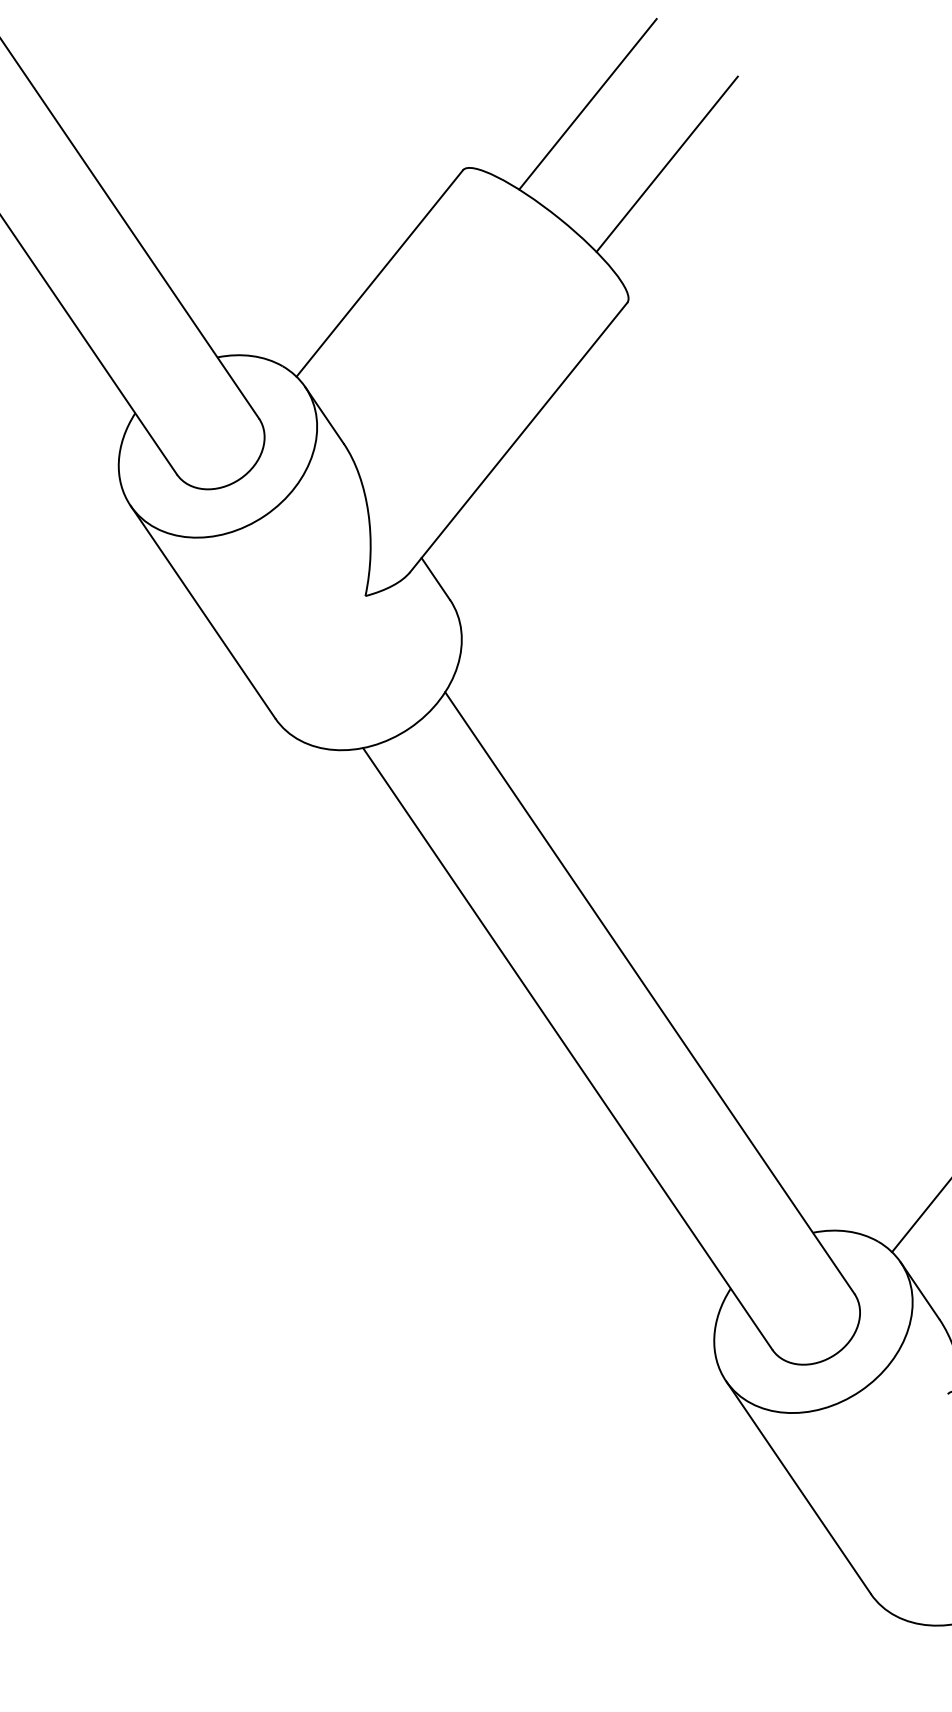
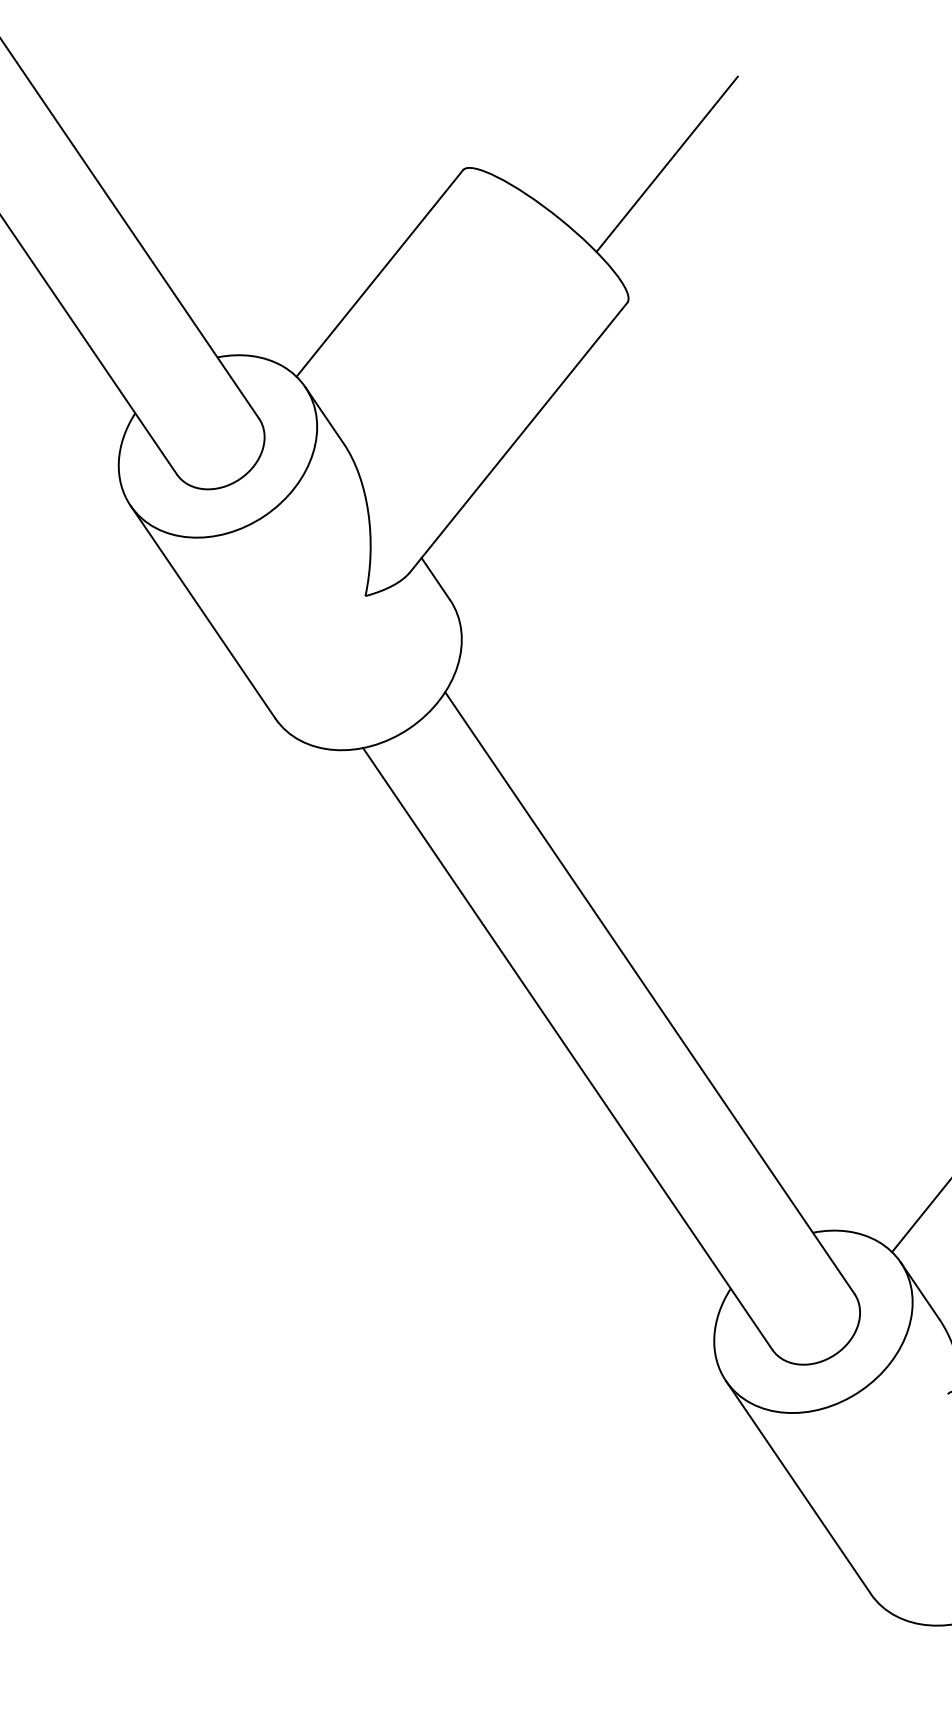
line at (587, 104): present -> none
